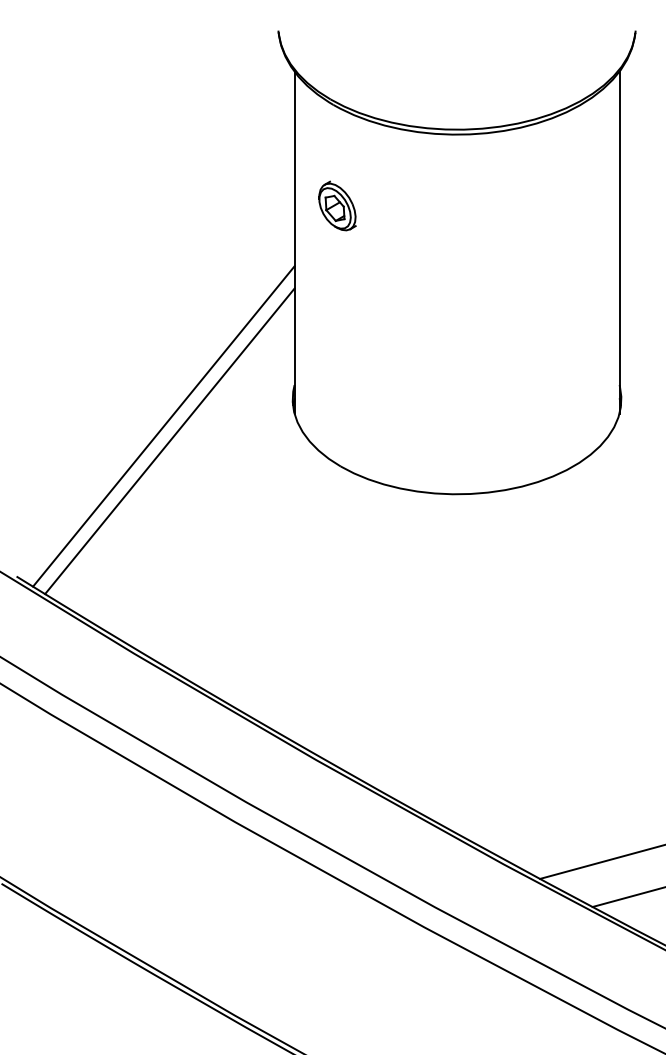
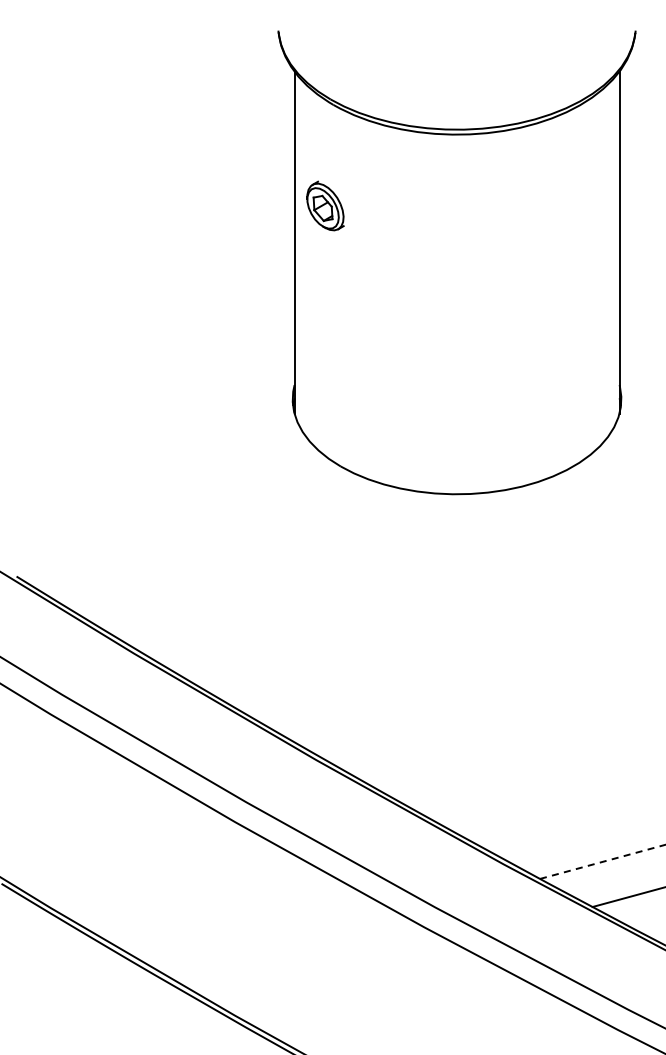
part at (337, 205) position: (337, 205) -> (325, 205)
line at (163, 426): present -> none
line at (169, 441): present -> none
line at (602, 861): solid -> dashed
